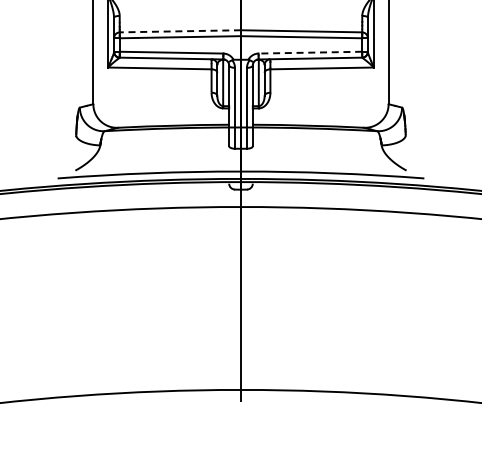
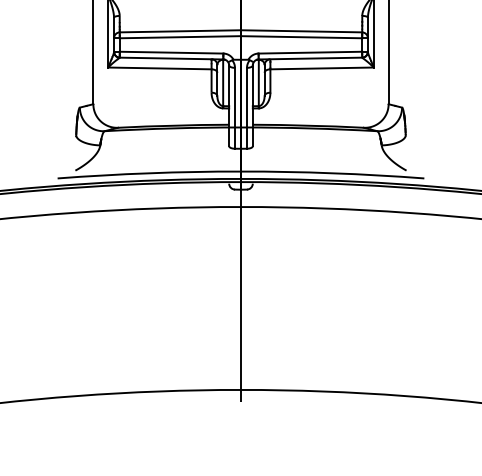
line at (180, 31): dashed -> solid
line at (310, 52): dashed -> solid
